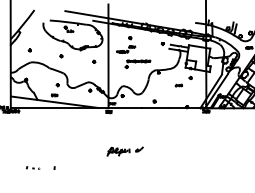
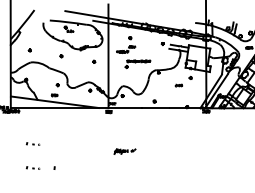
part at (33, 143): none -> present
part at (124, 151) size: 38x11 px -> 24x7 px
